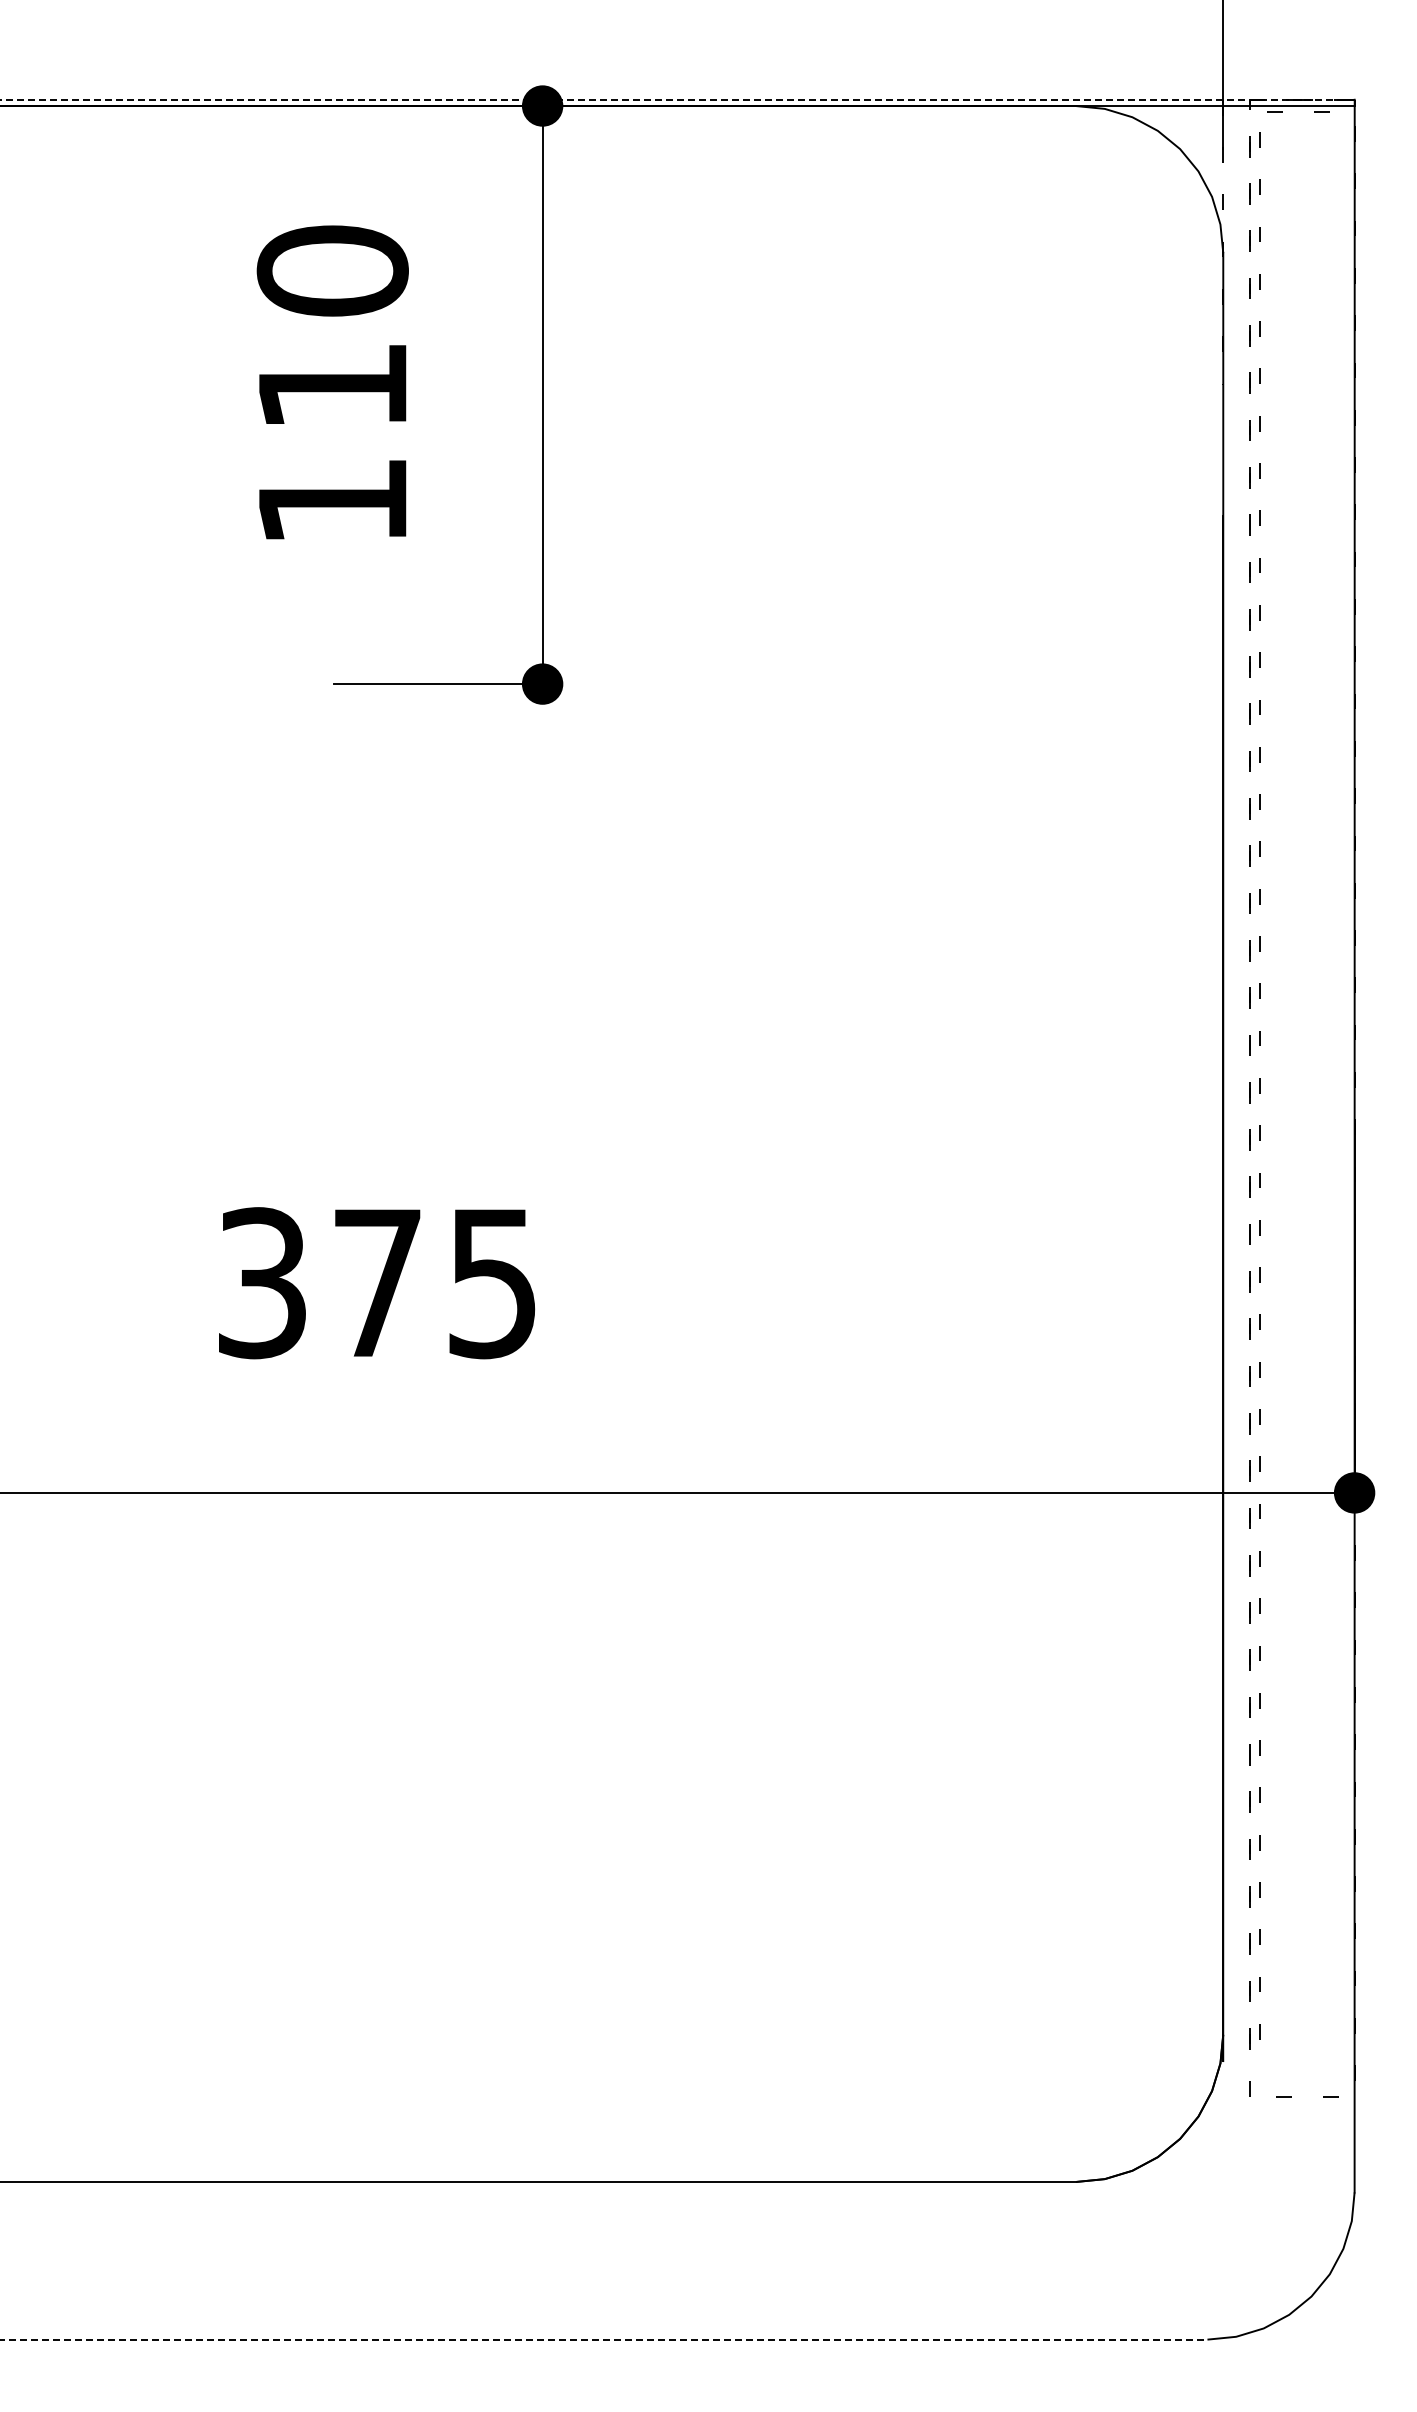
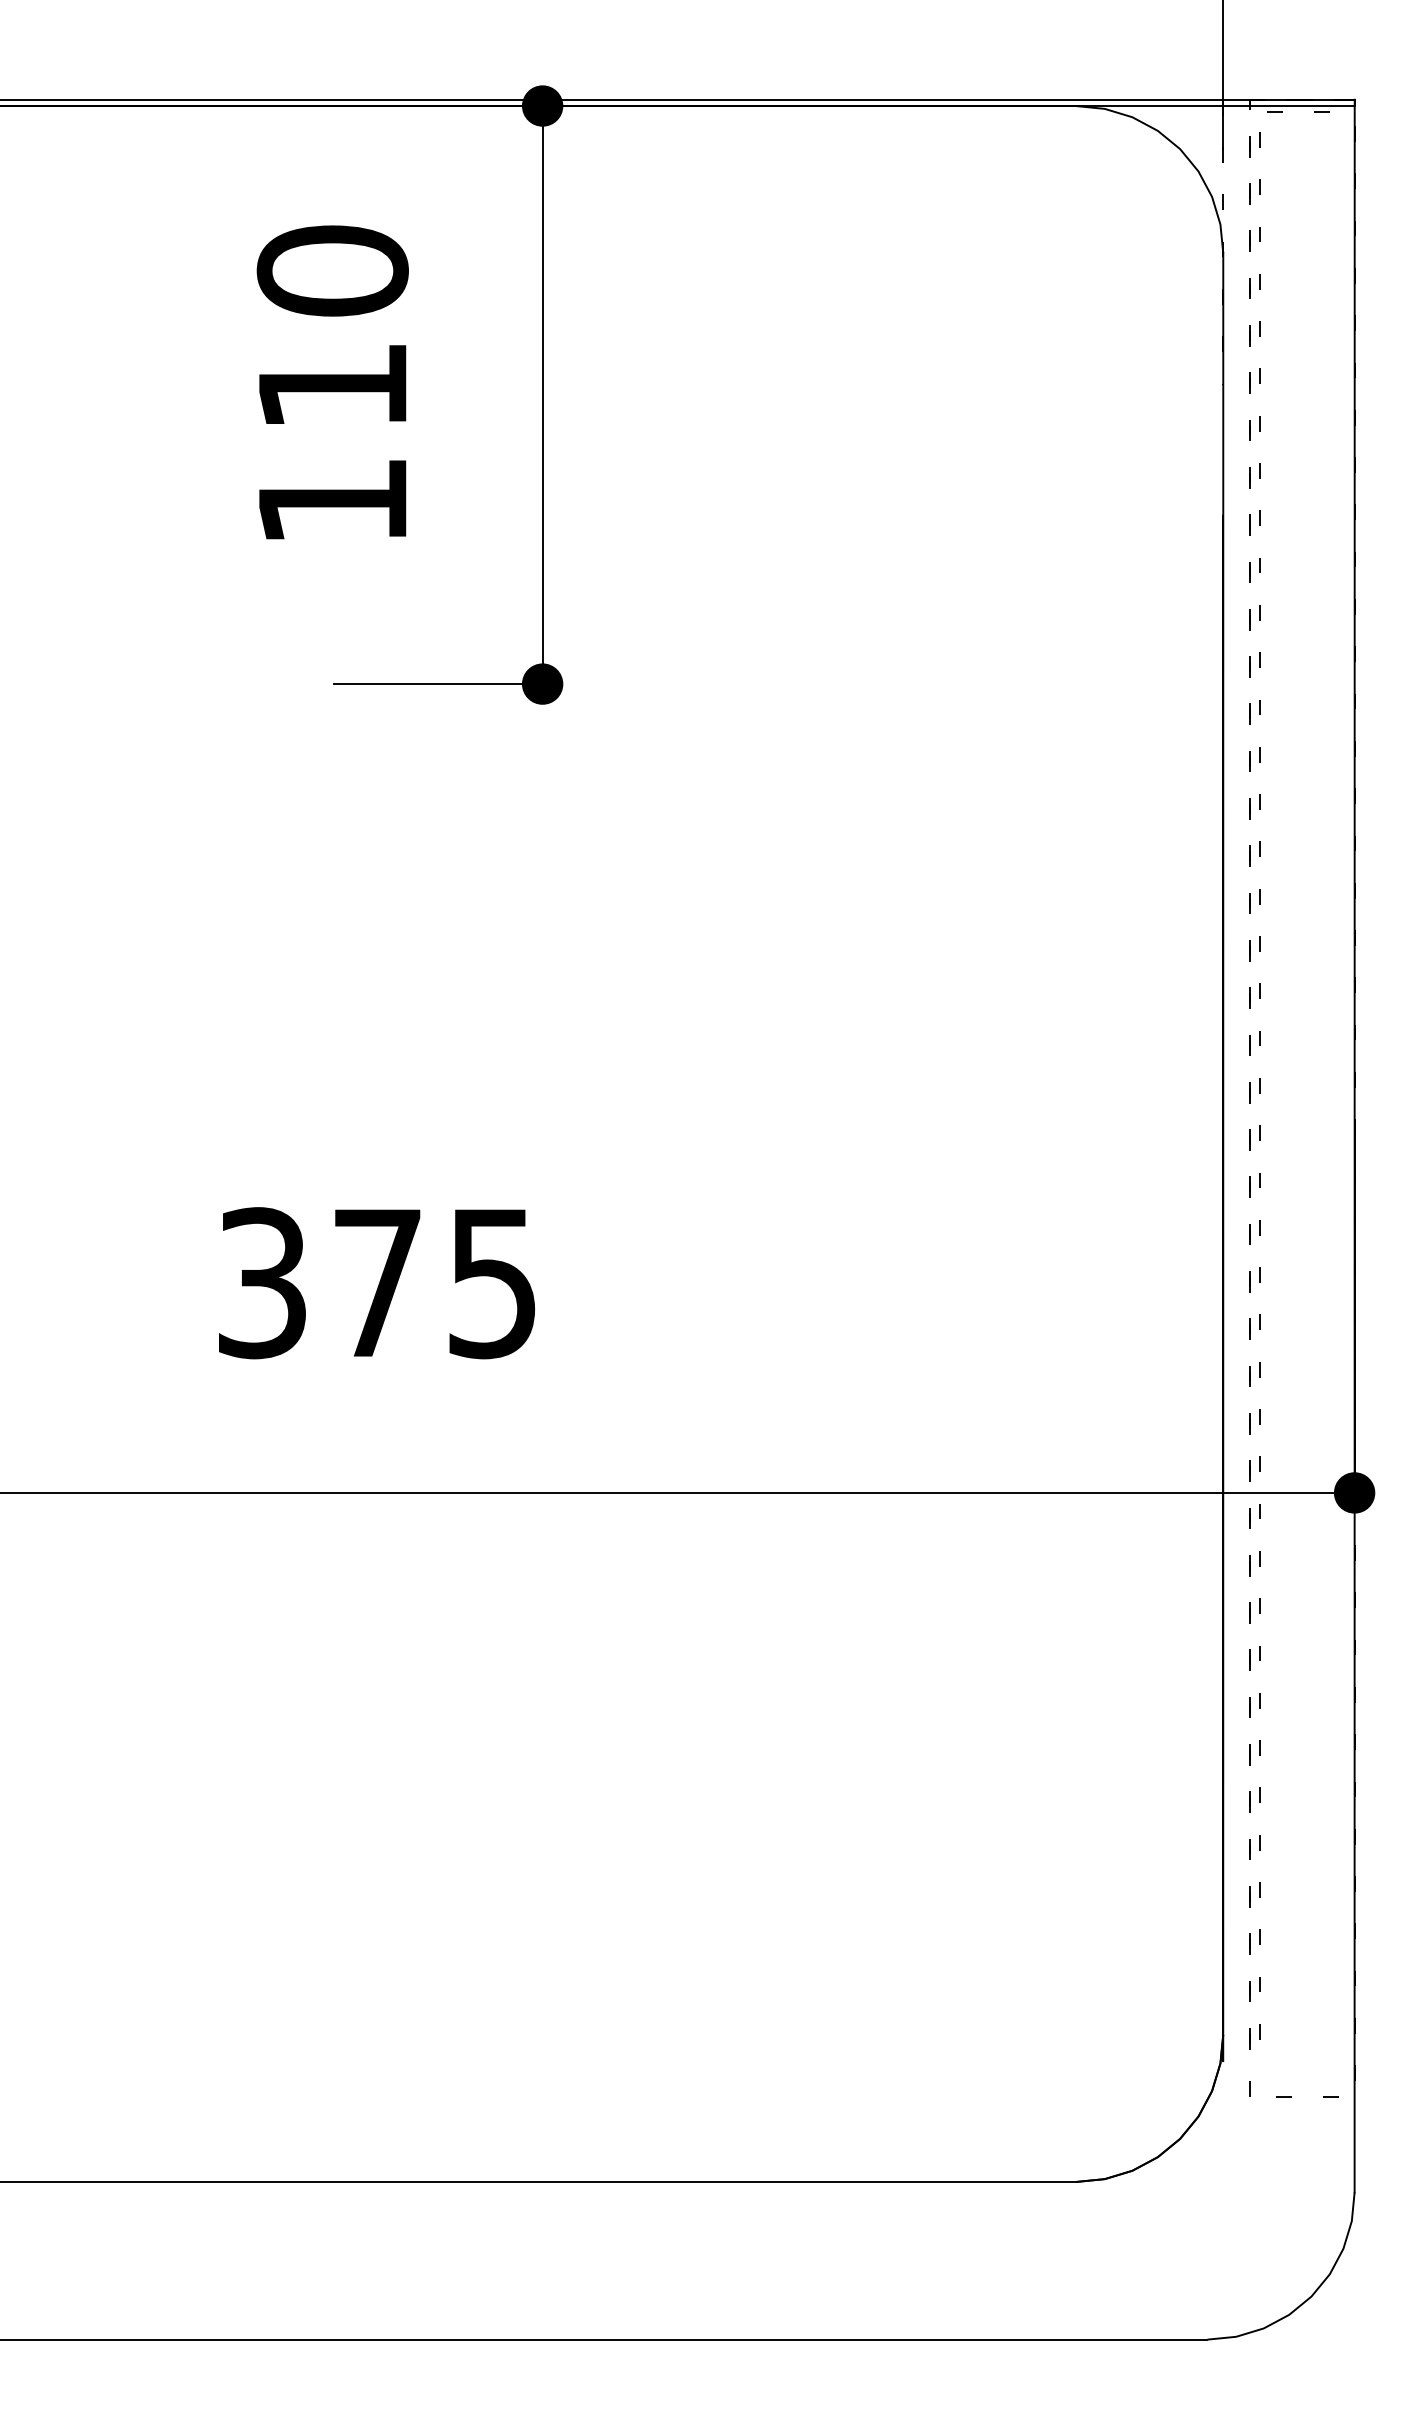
line at (677, 99): dashed -> solid
line at (604, 2339): dashed -> solid
